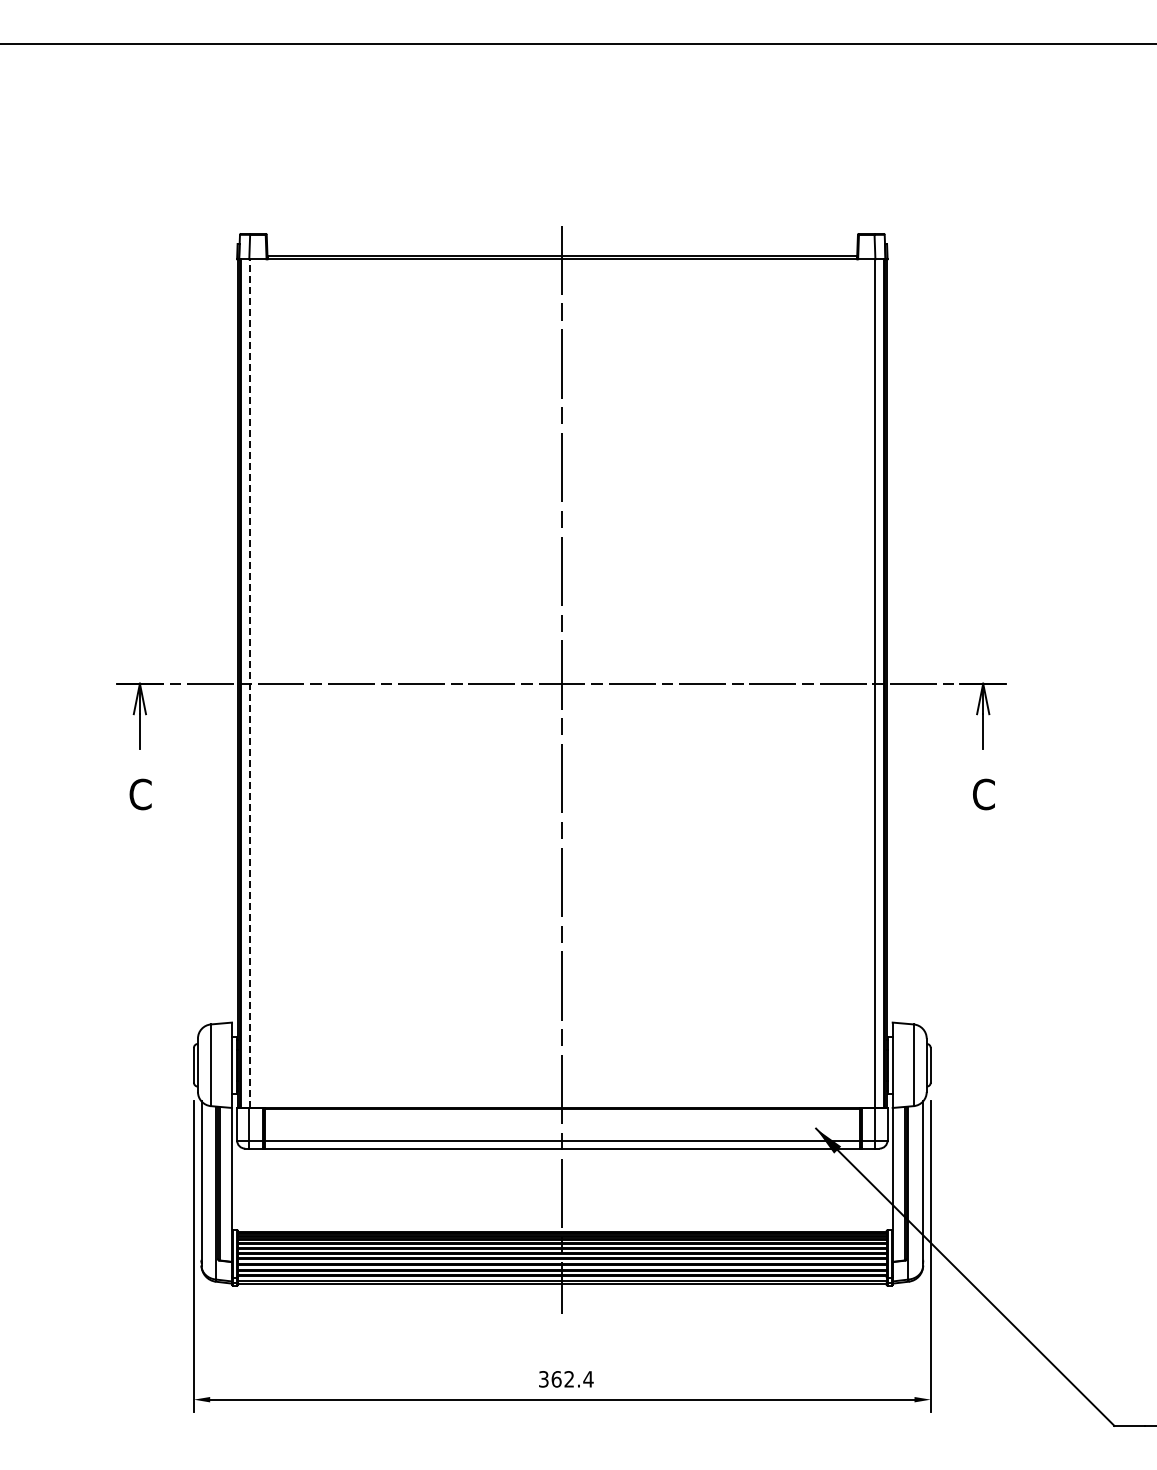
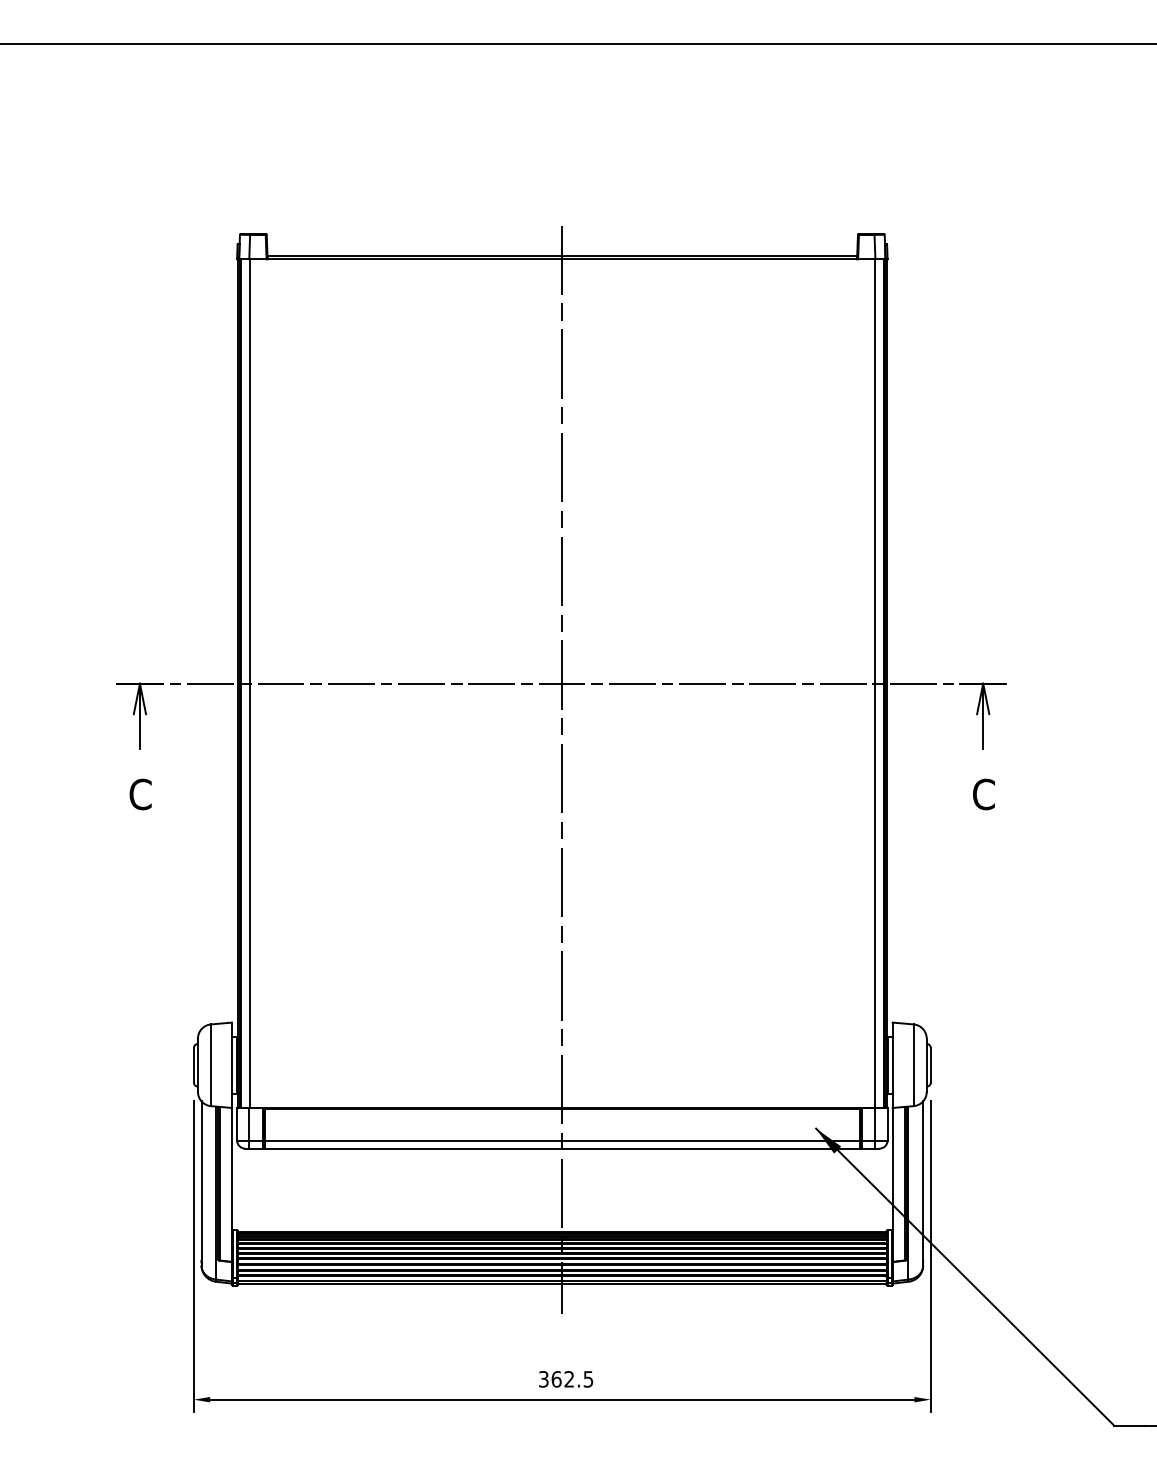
line at (249, 683): dashed -> solid
text at (588, 1379): 362.4 -> 362.5
